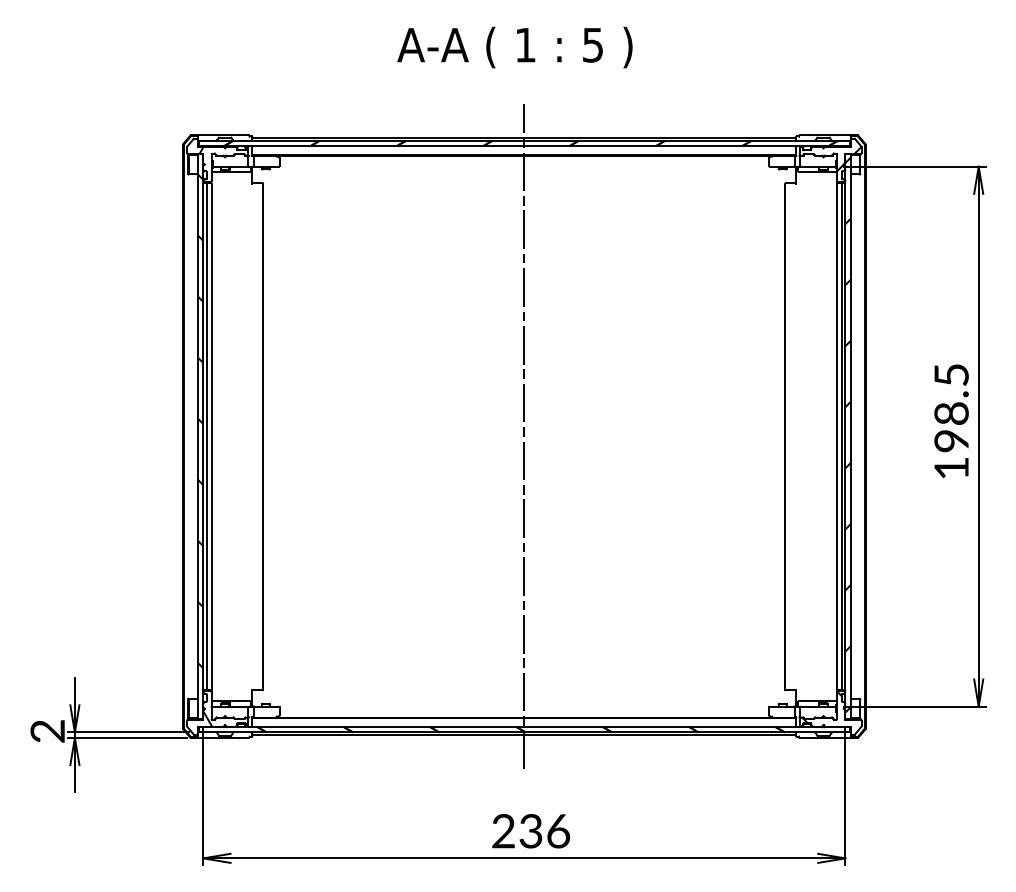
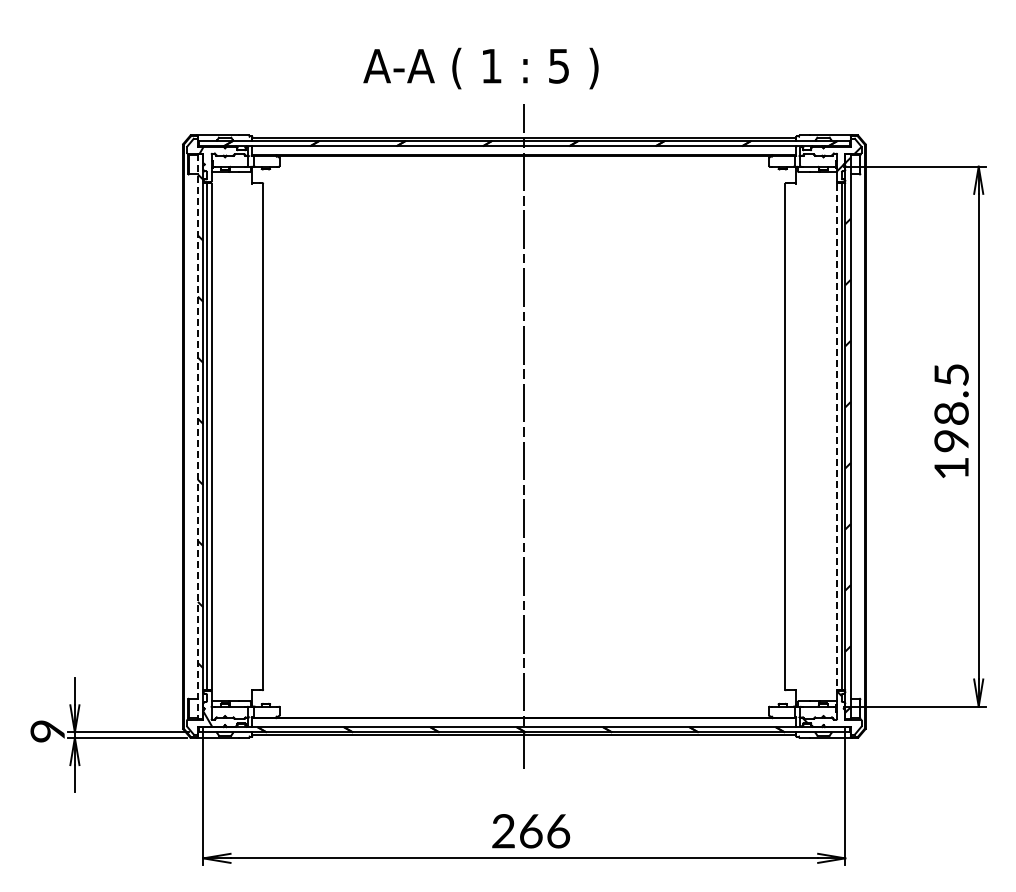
text at (514, 47) position: (514, 47) -> (480, 68)
line at (837, 436): solid -> dashed
line at (197, 437): solid -> dashed
text at (47, 731): 2 -> 9
text at (530, 831): 236 -> 266
